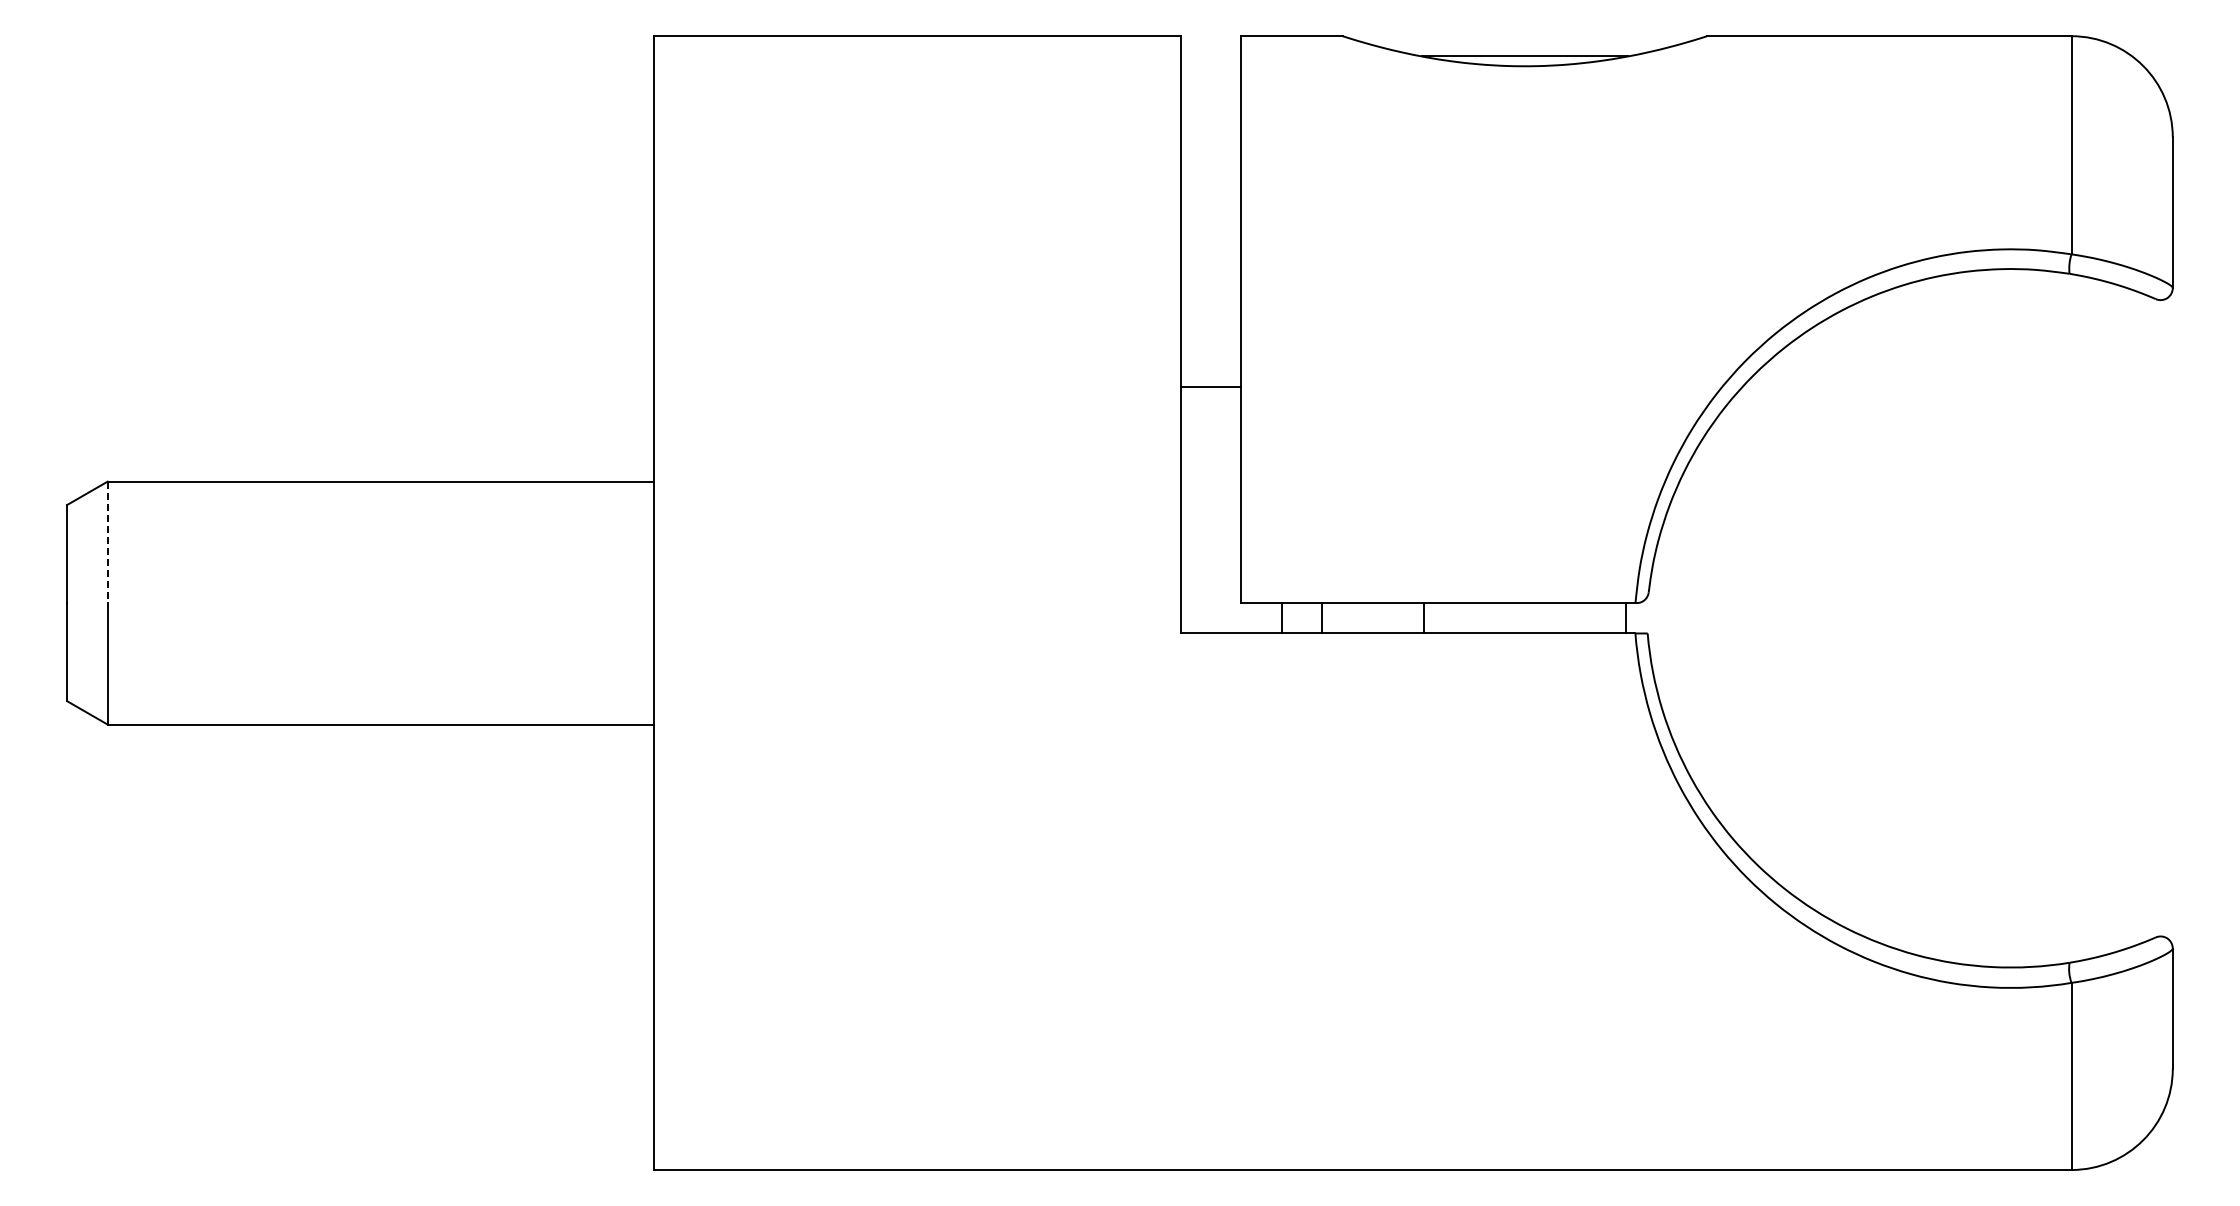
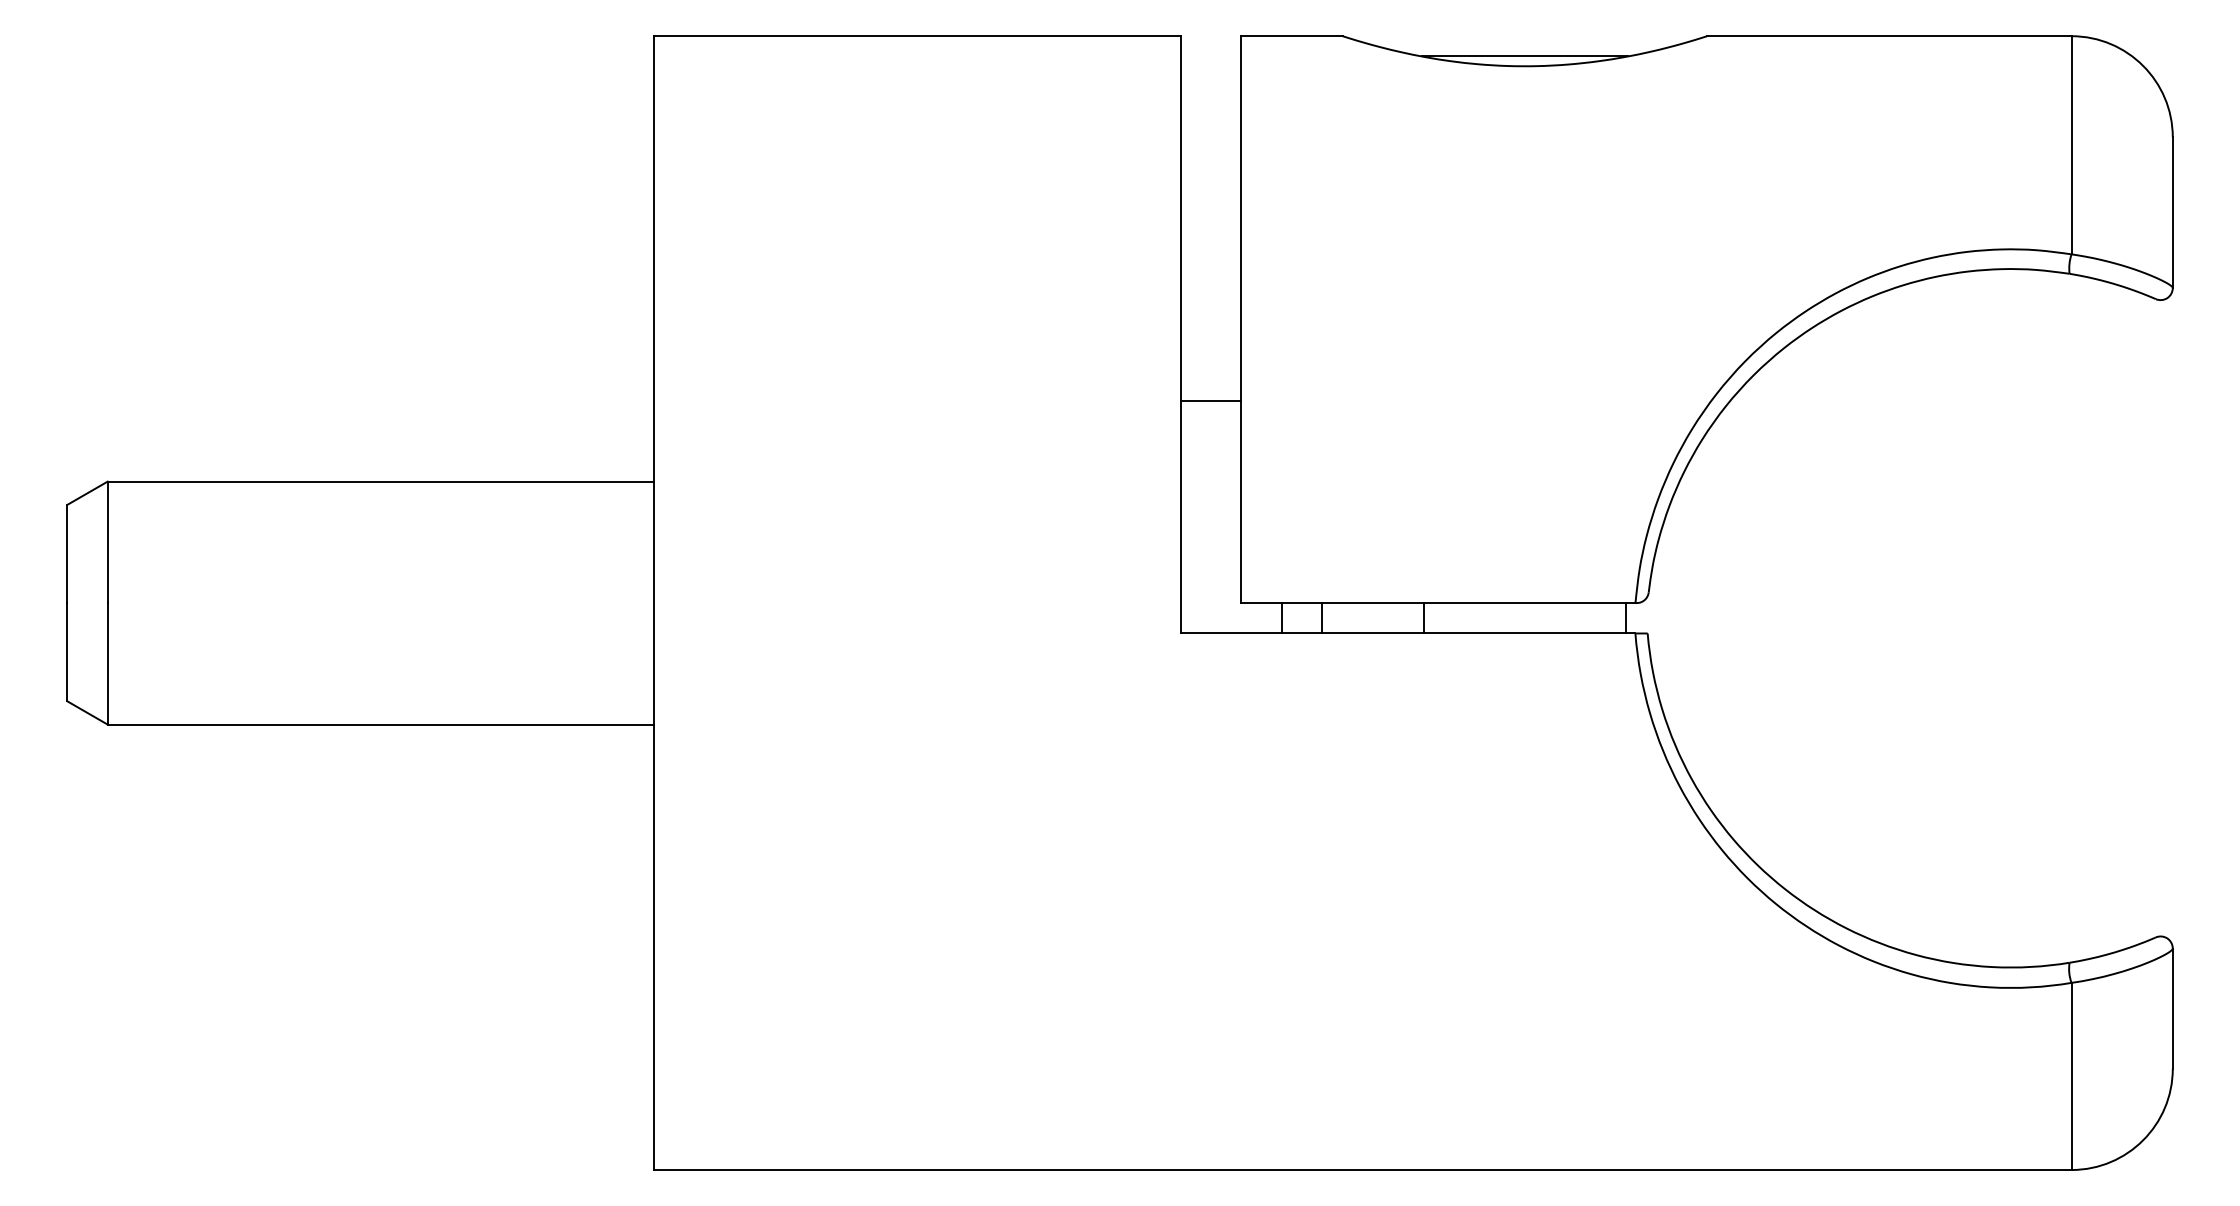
line at (1210, 386) position: (1210, 386) -> (1210, 400)
line at (107, 542): dashed -> solid
